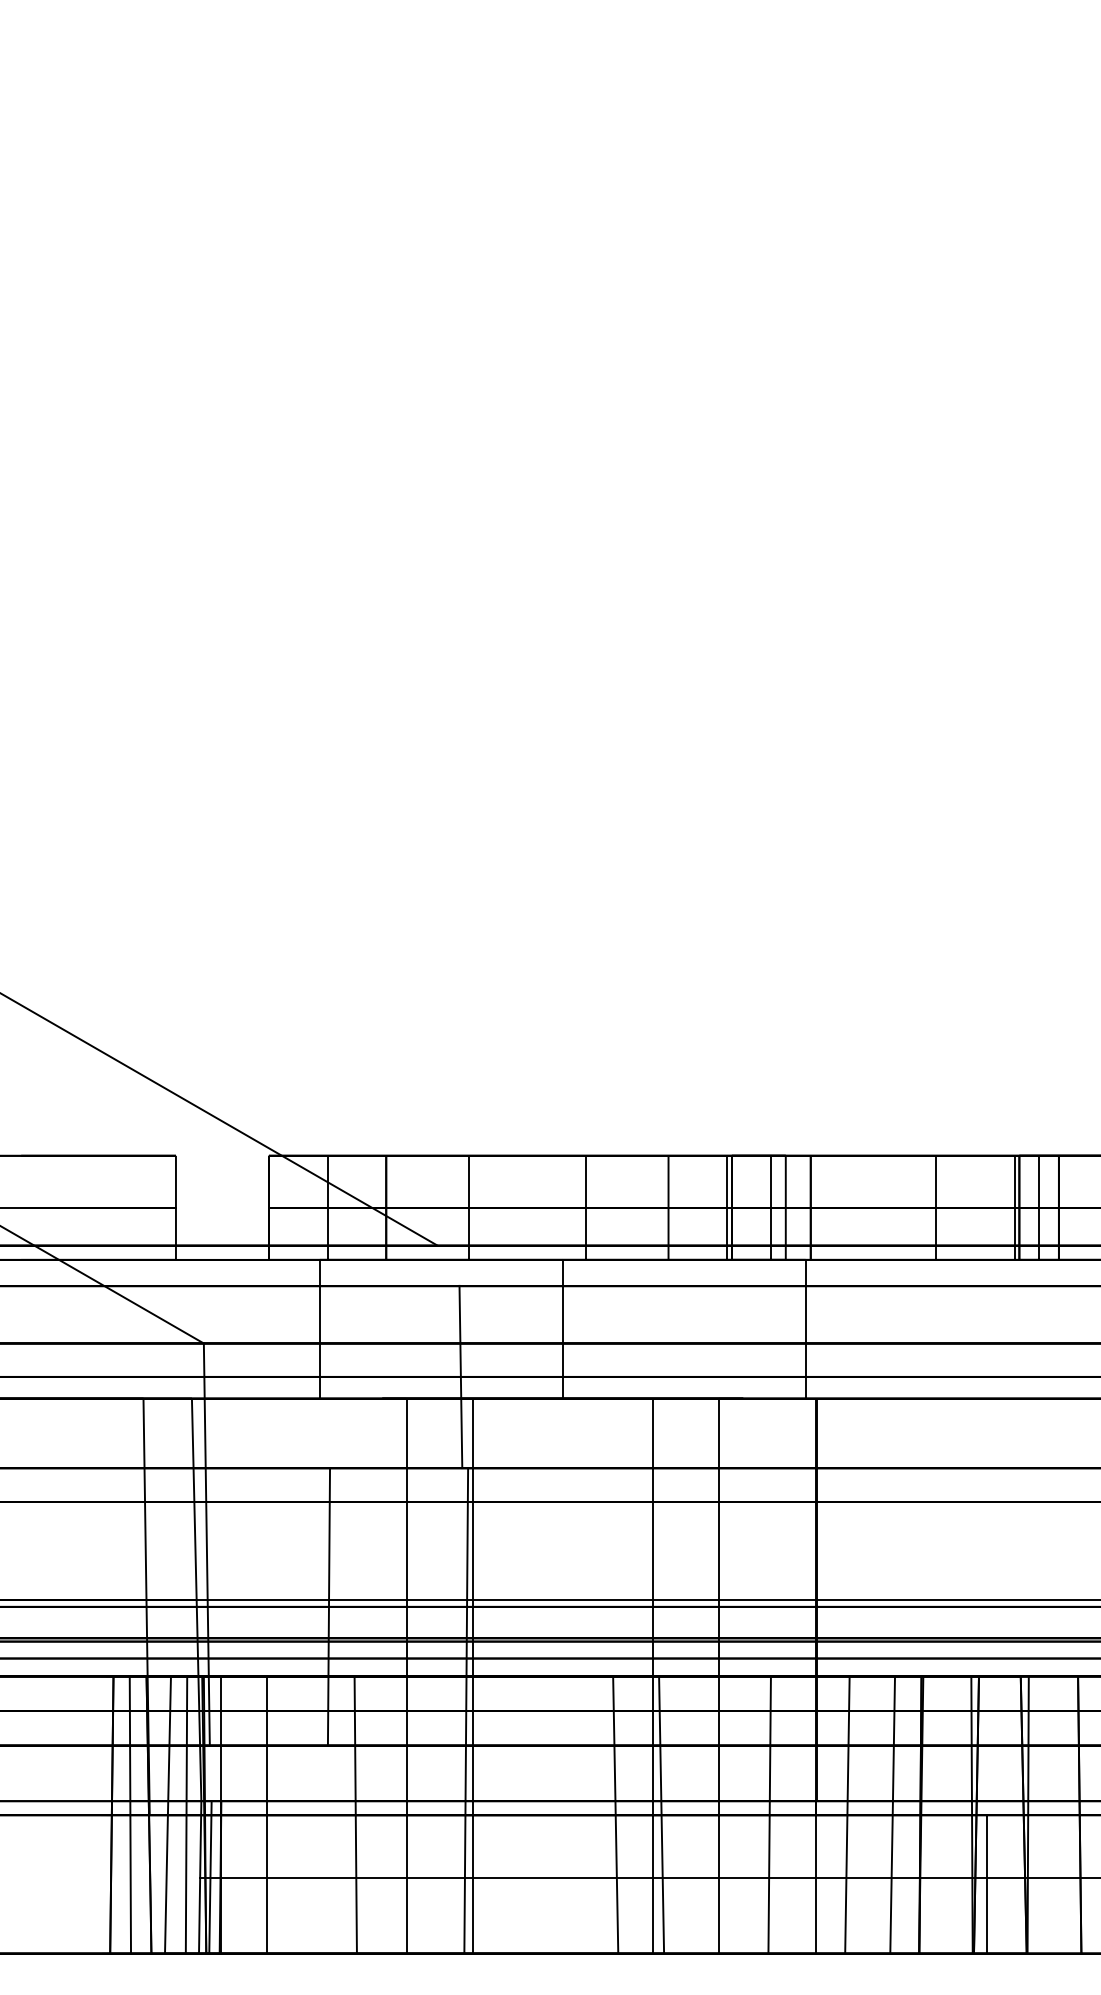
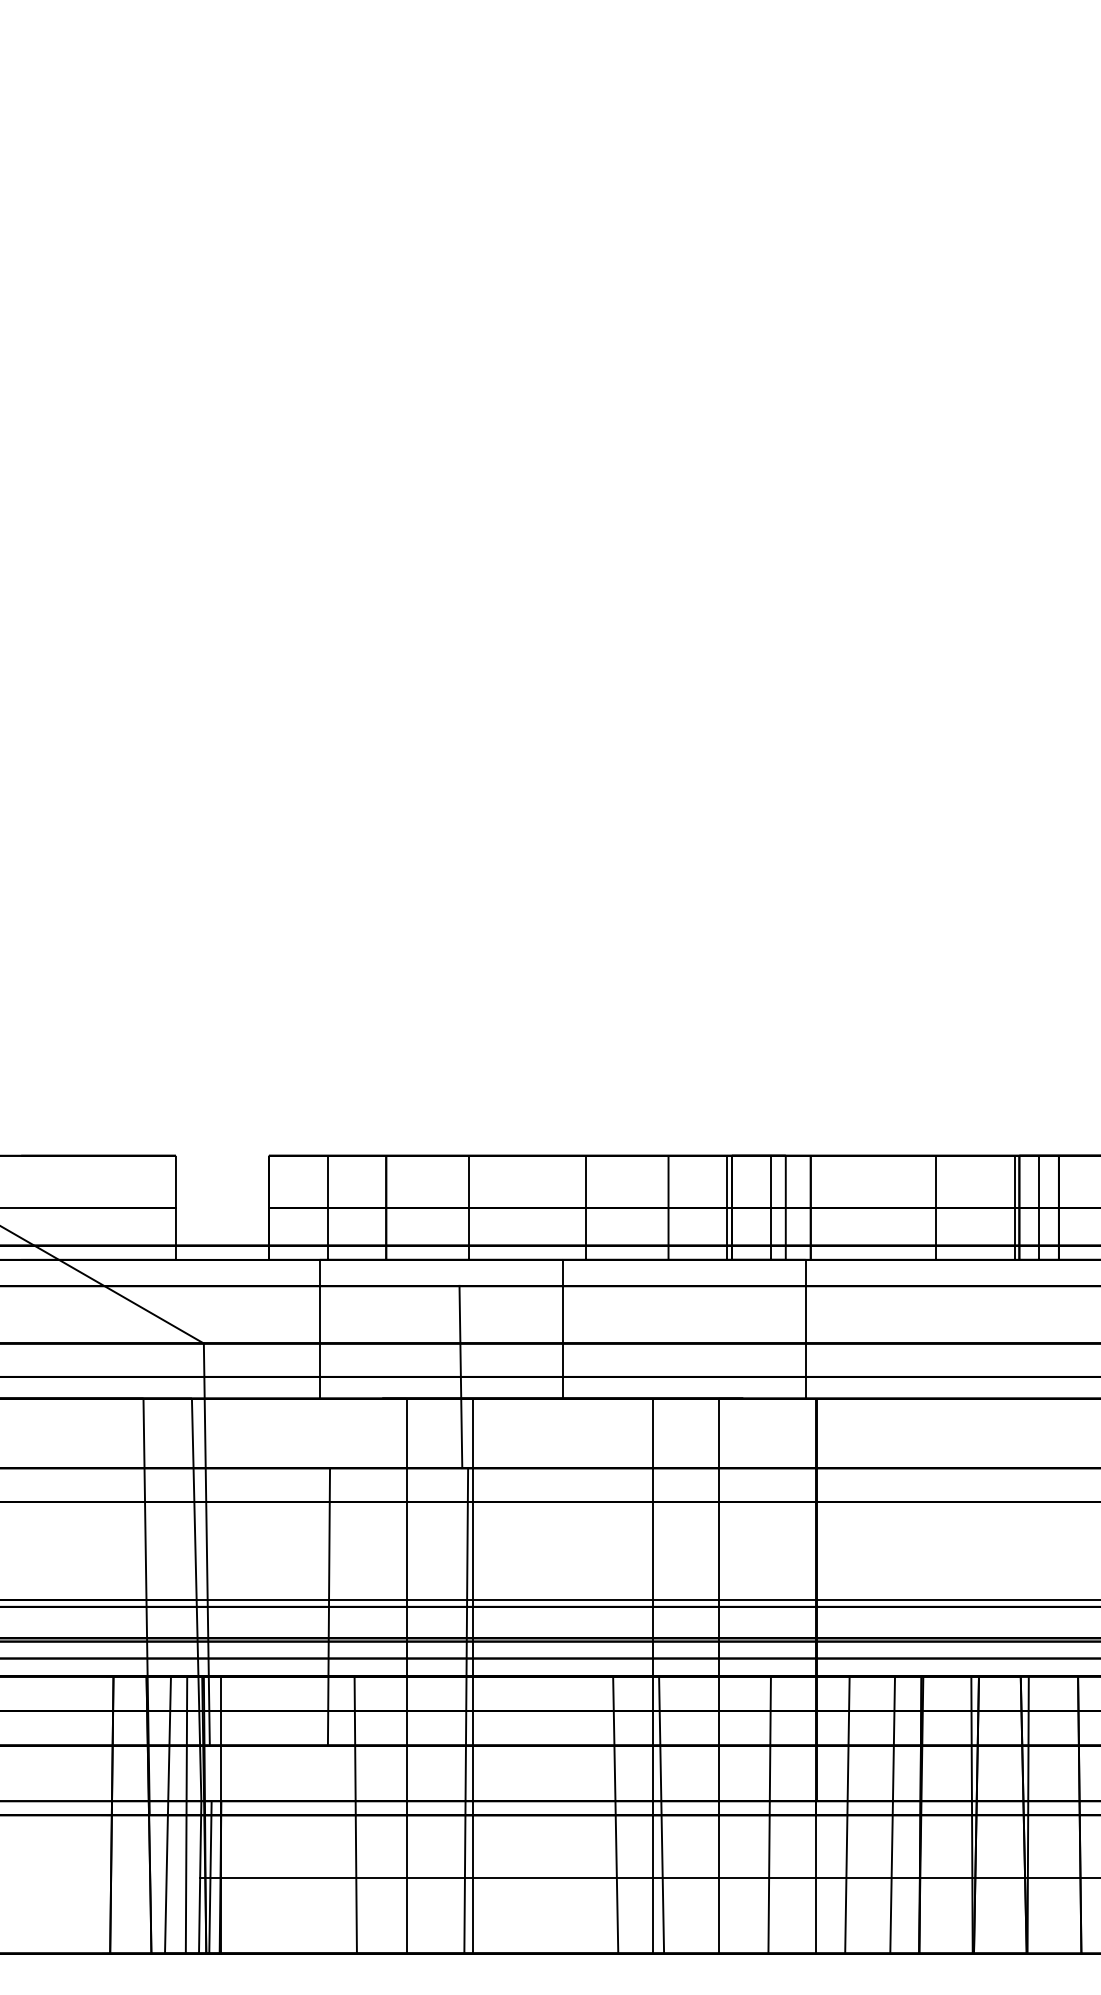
line at (219, 1119): present -> none
line at (130, 1814): present -> none
line at (267, 1814): present -> none
line at (987, 1884): present -> none
